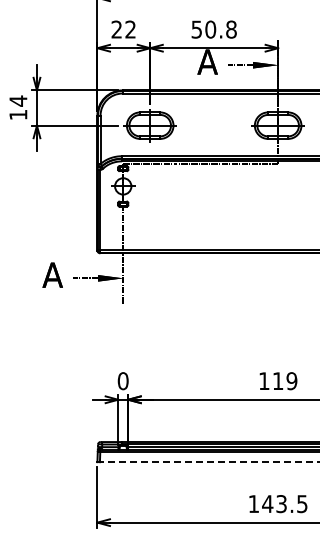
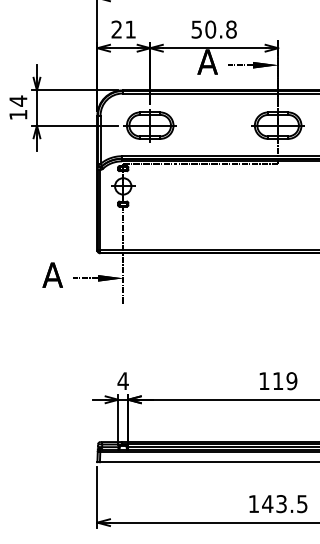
text at (130, 29): 22 -> 21
text at (122, 381): 0 -> 4
line at (209, 462): dashed -> solid
